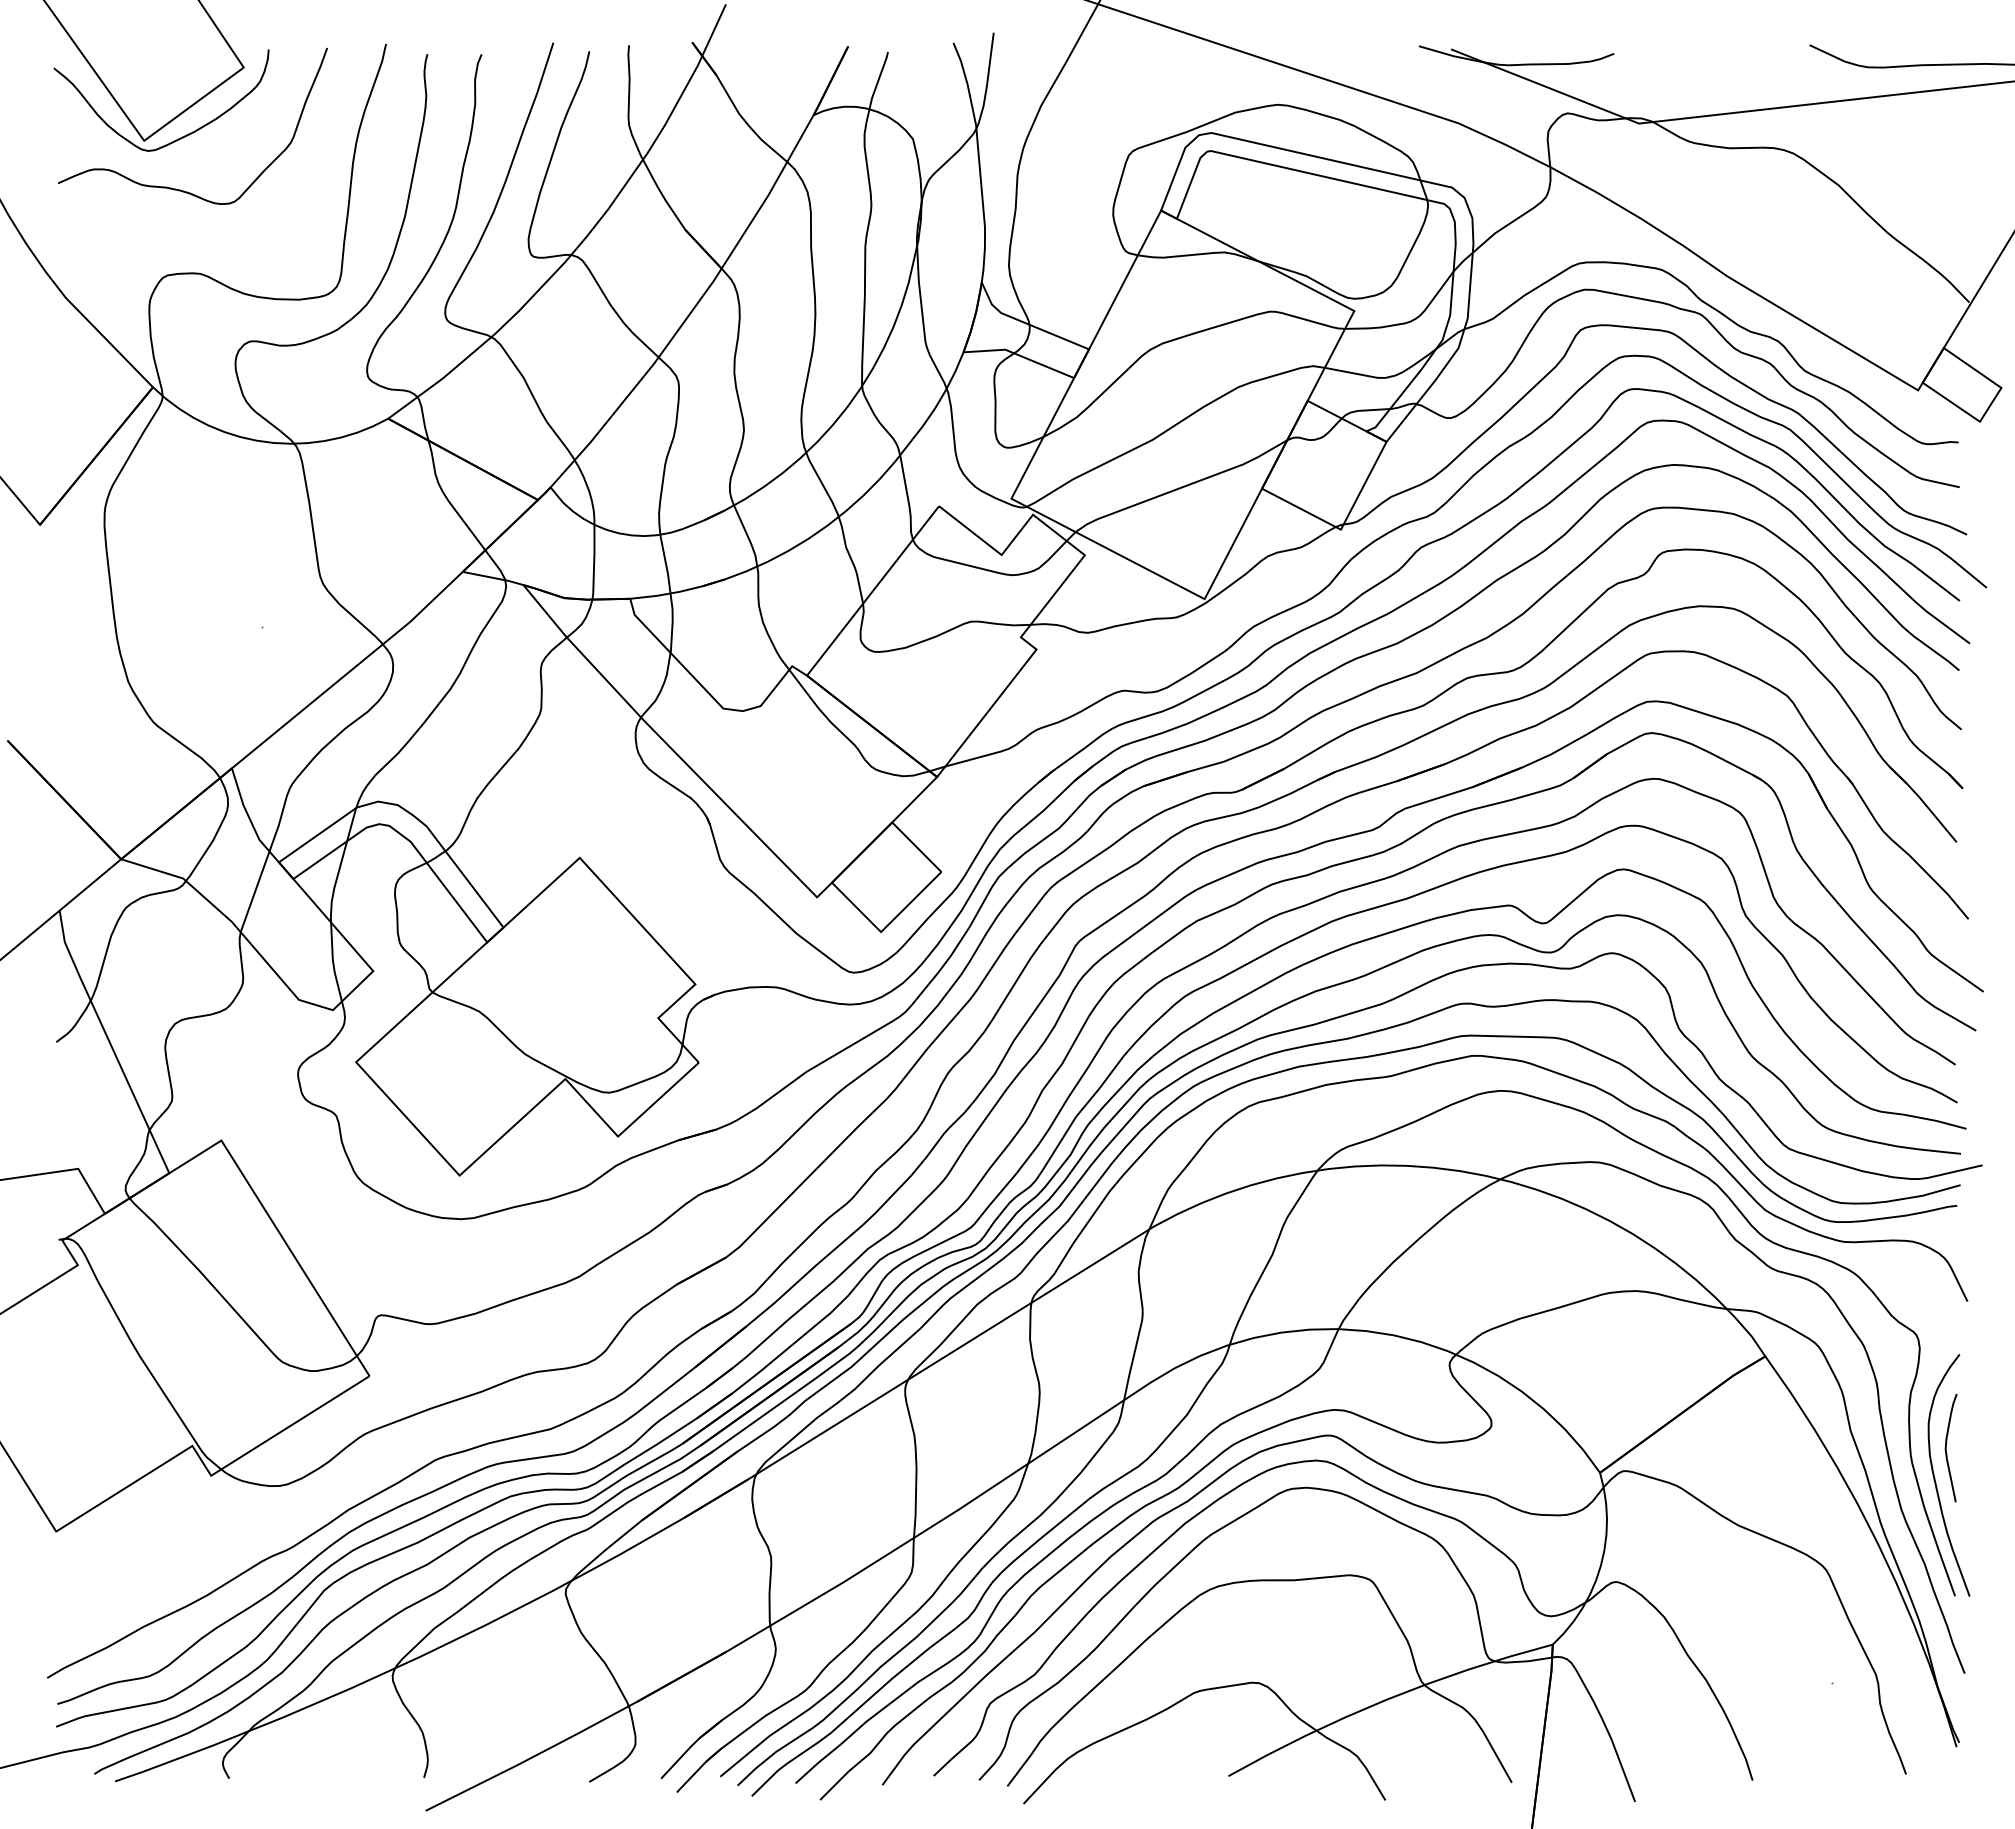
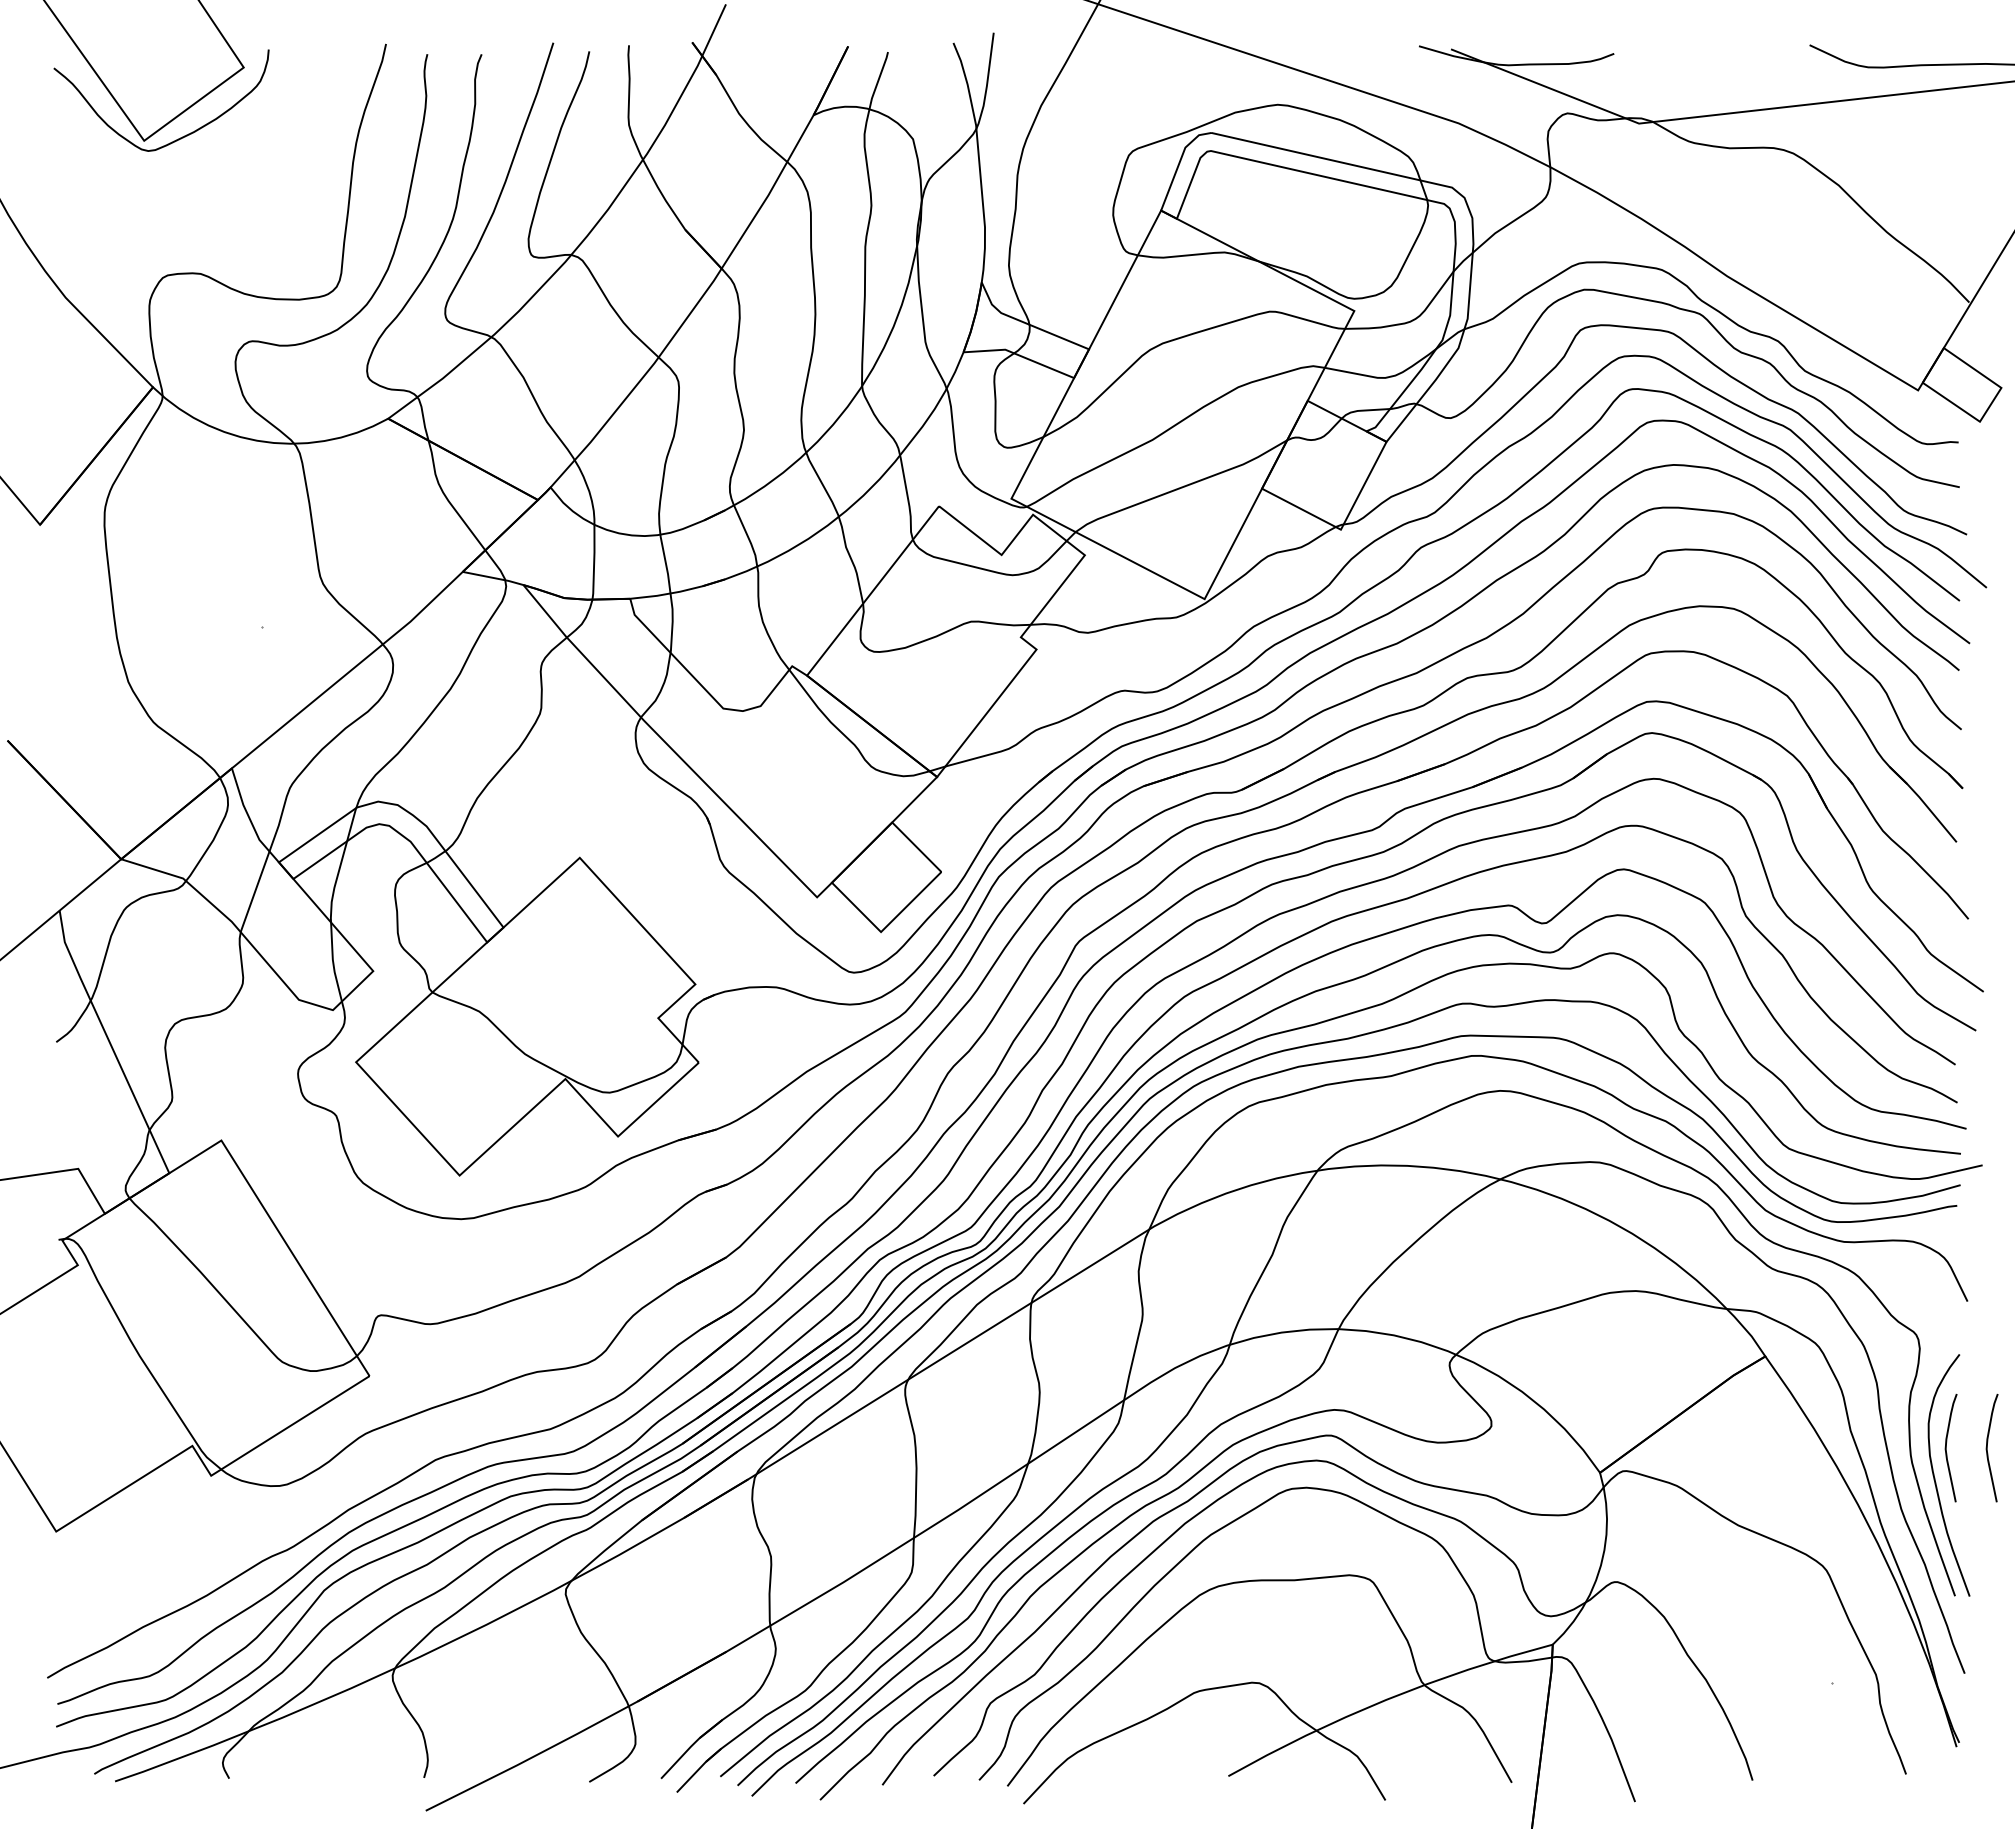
curve at (176, 188): present -> none
curve at (1987, 1447): none -> present
